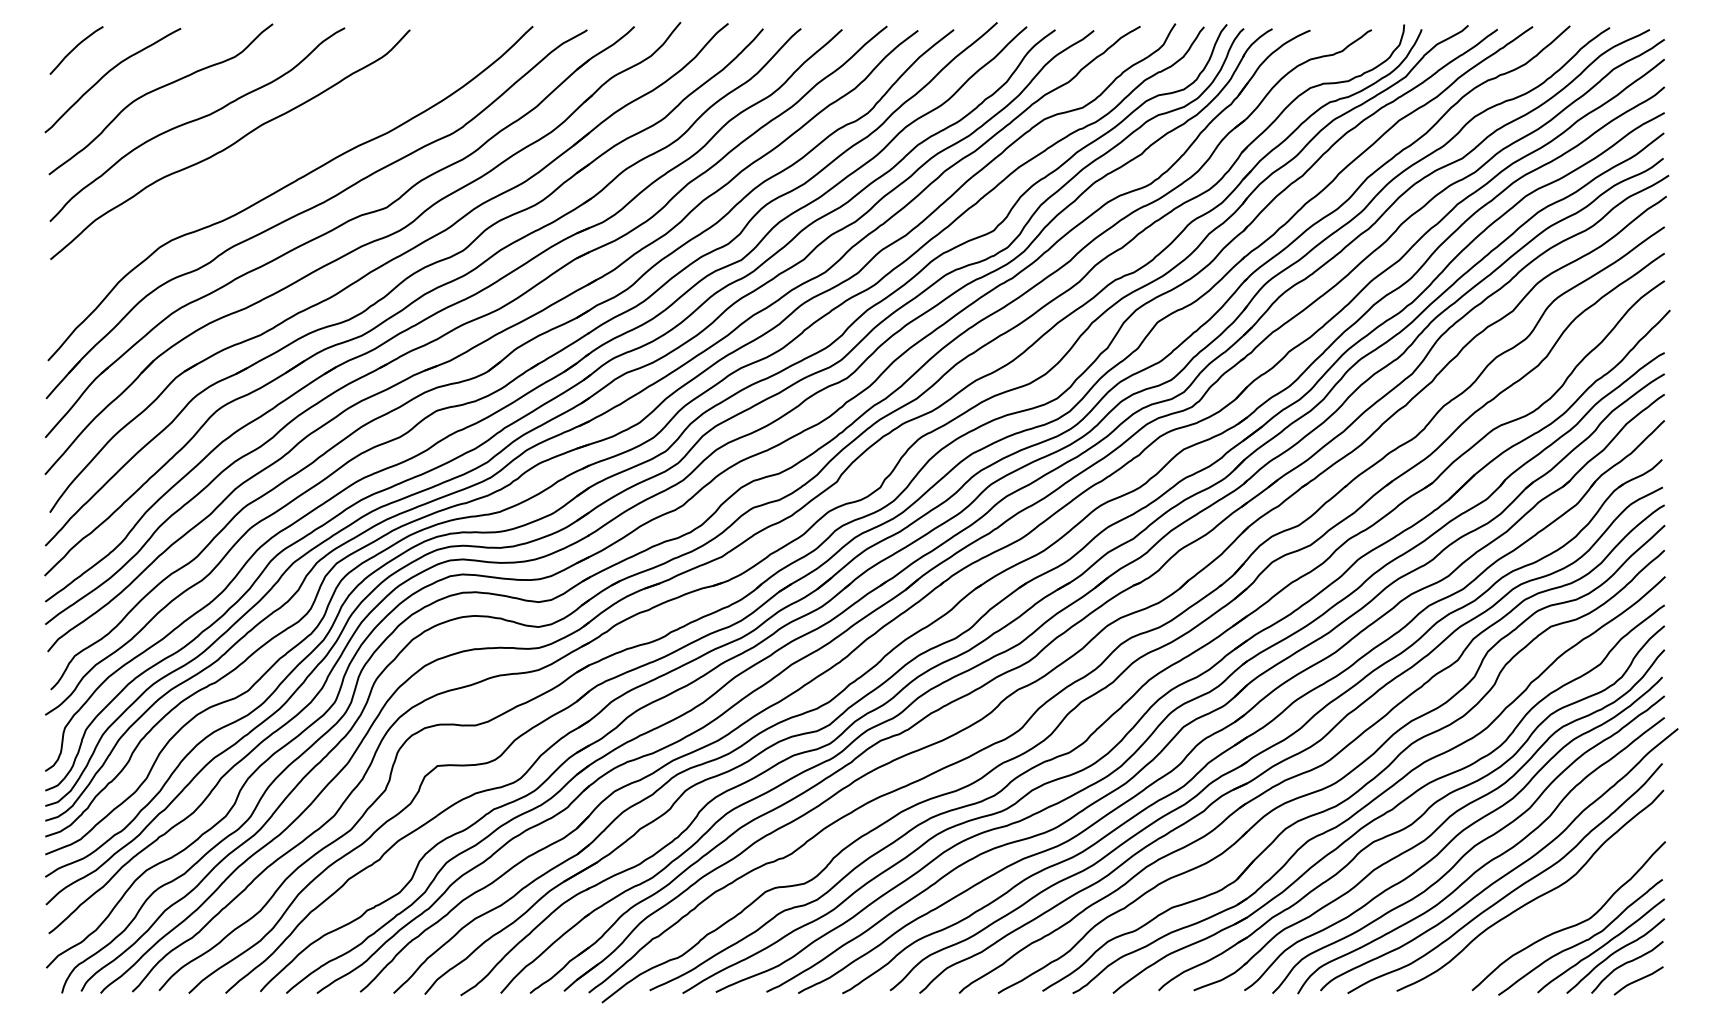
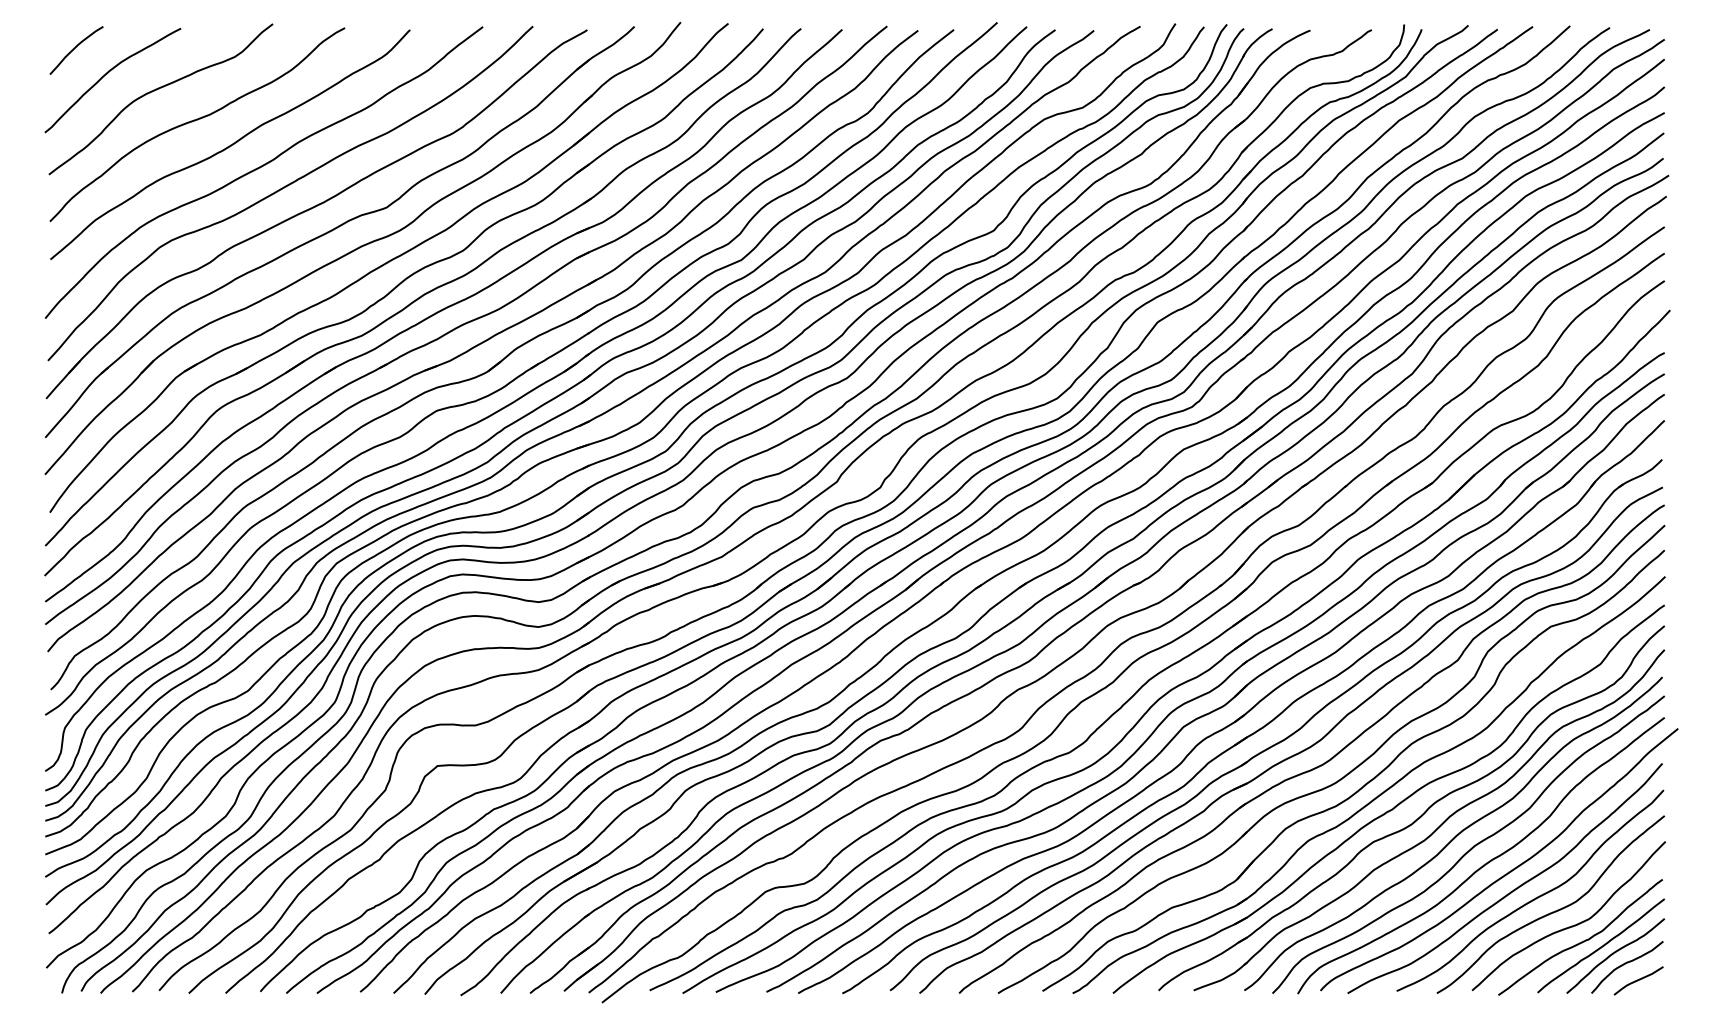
curve at (260, 168): none -> present
curve at (1552, 911): none -> present
